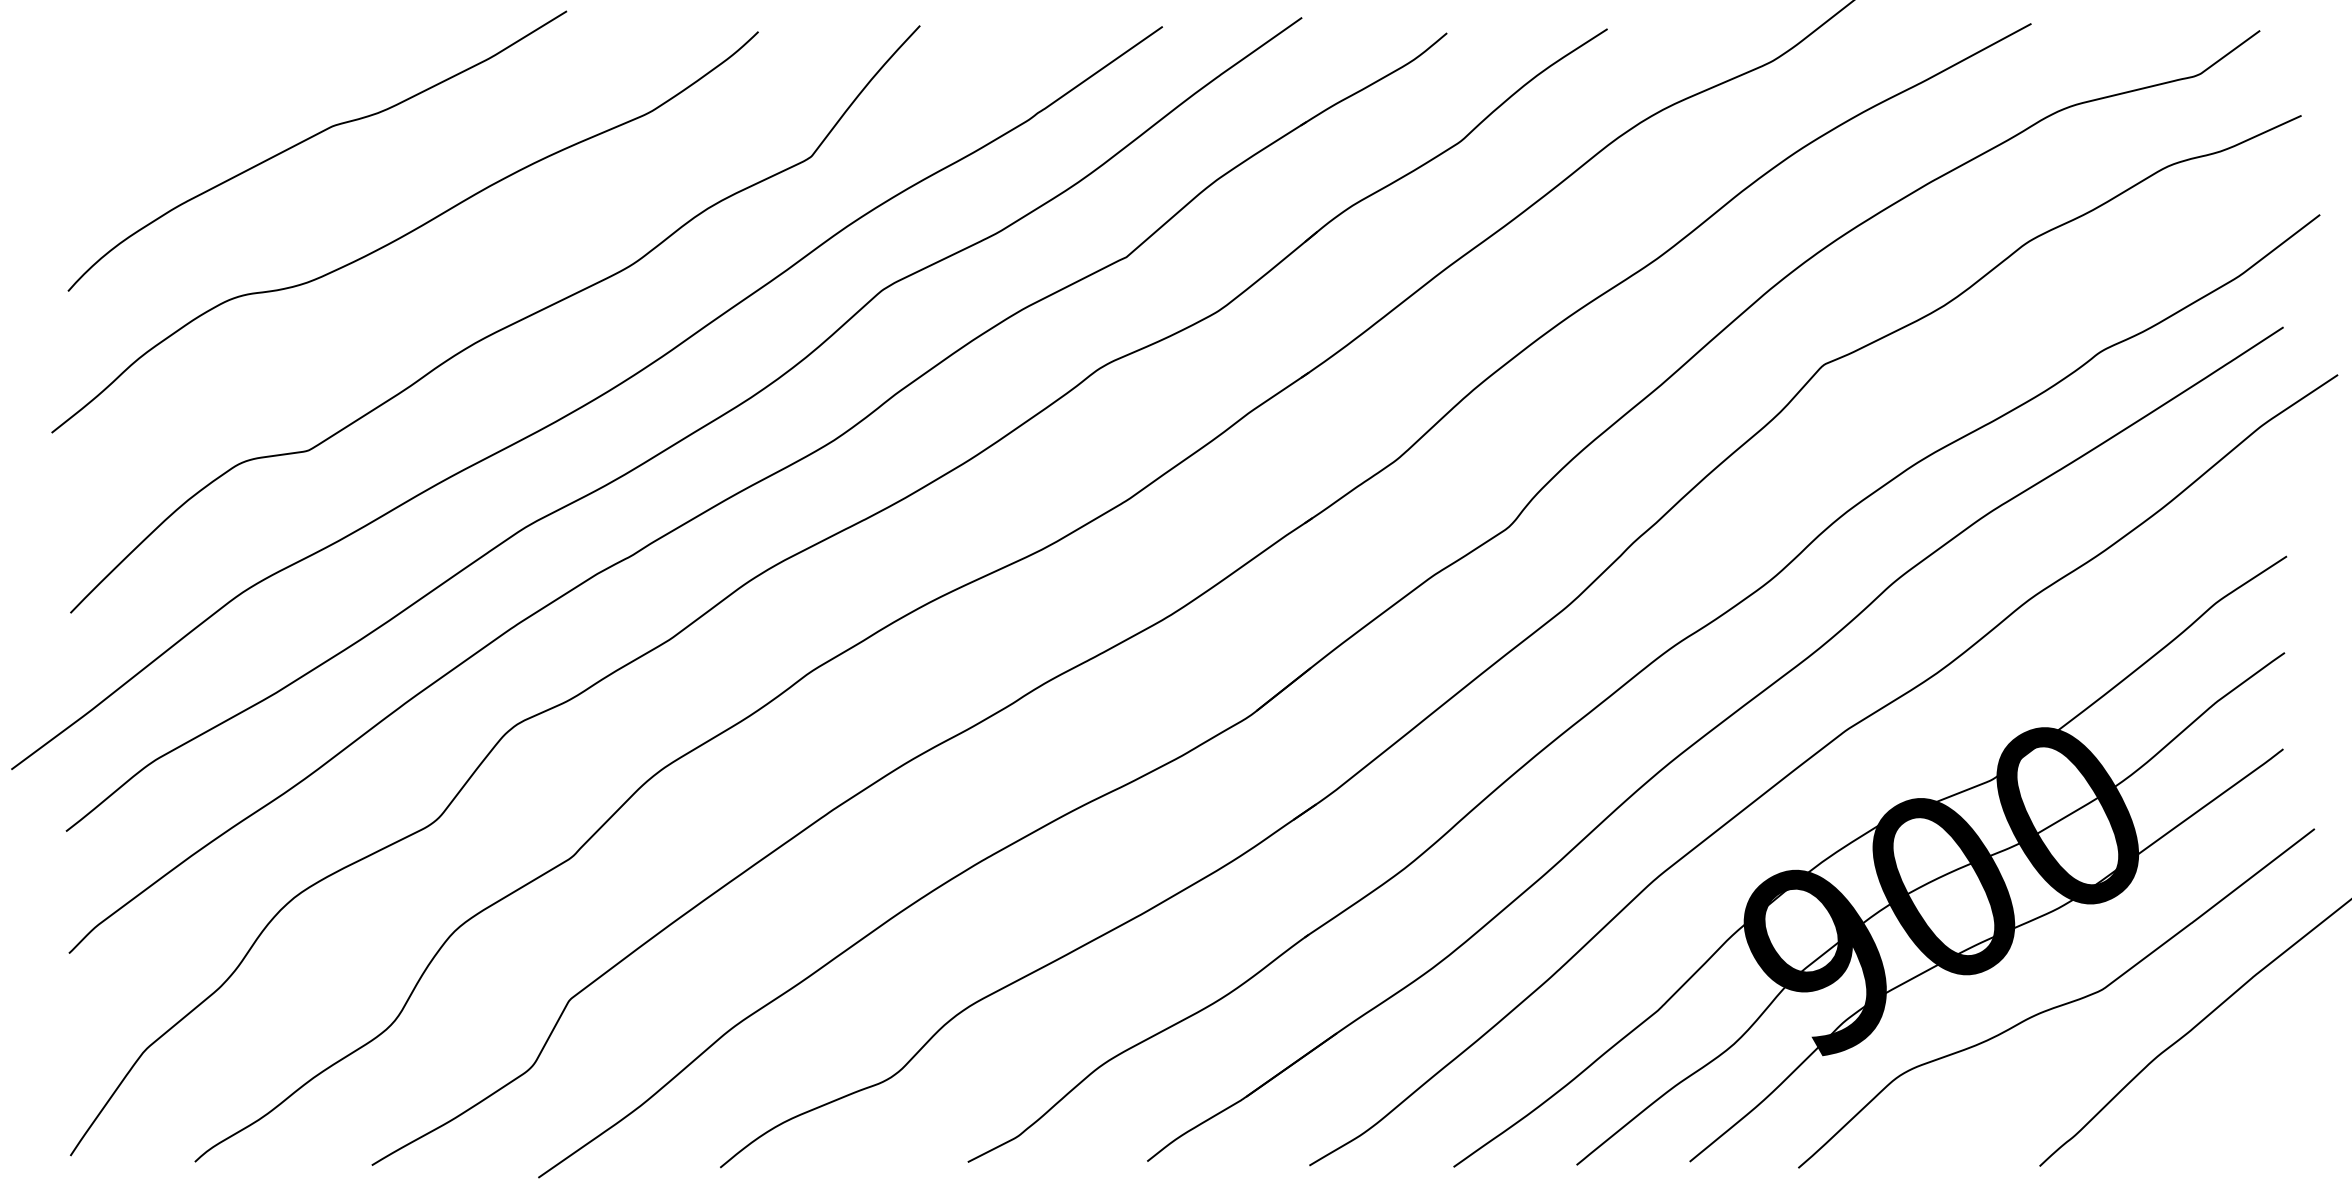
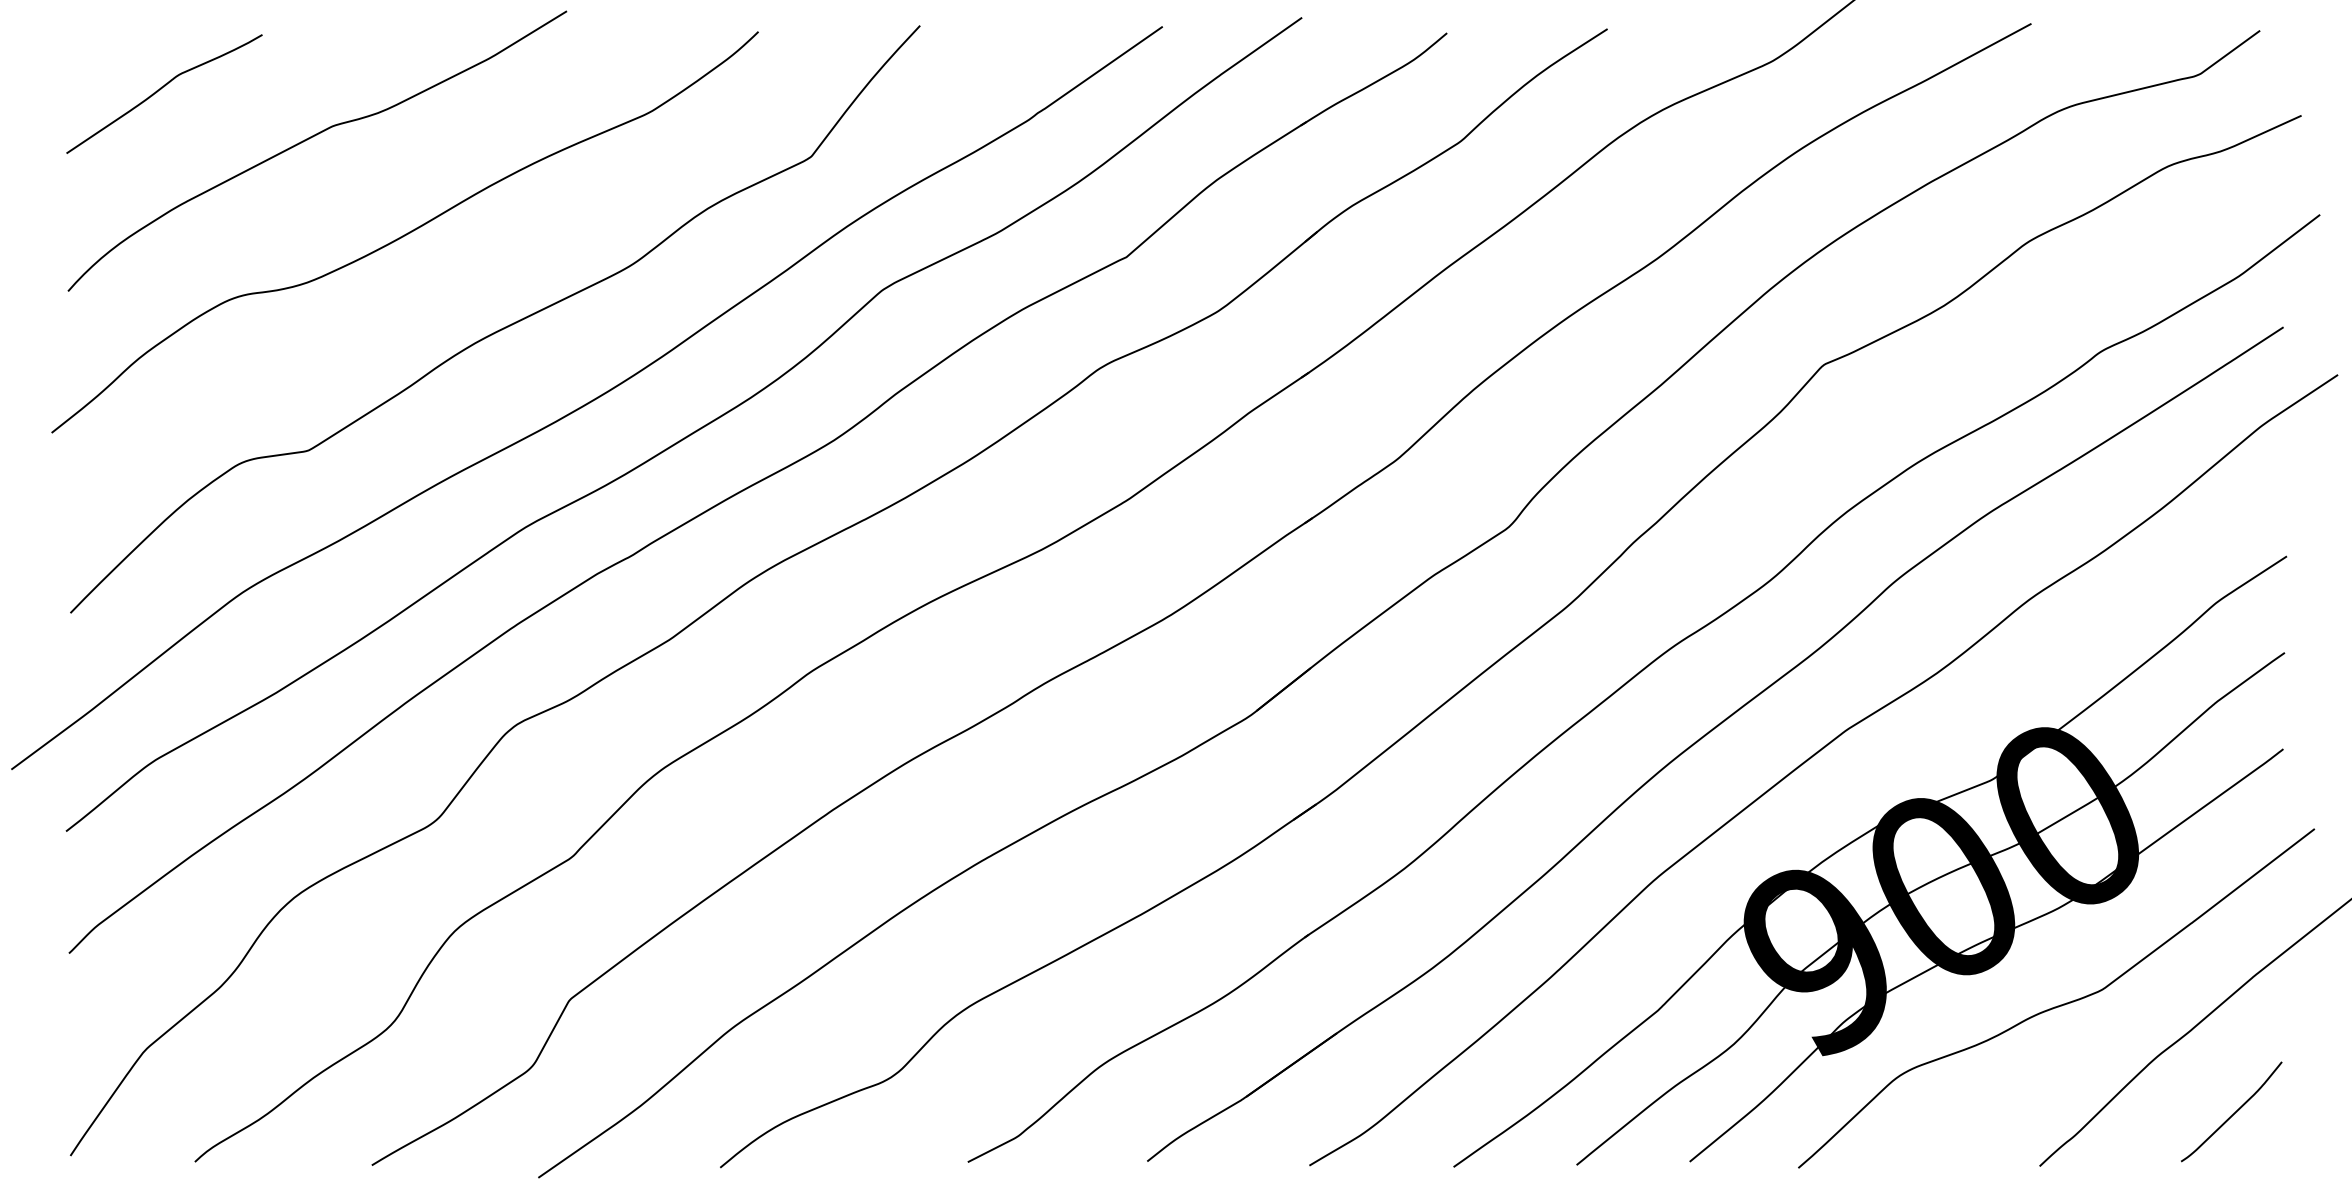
curve at (161, 89): none -> present
curve at (2233, 1113): none -> present
